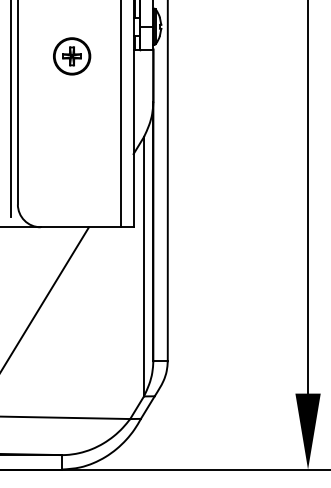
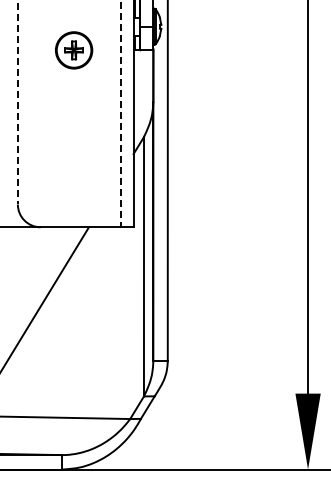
part at (72, 56) position: (72, 56) -> (74, 50)
line at (17, 102): solid -> dashed
line at (10, 109): present -> none
line at (121, 114): solid -> dashed
